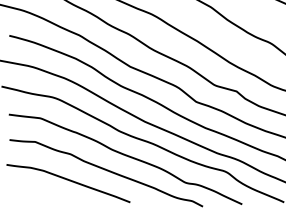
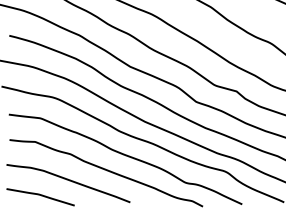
curve at (41, 196): none -> present
